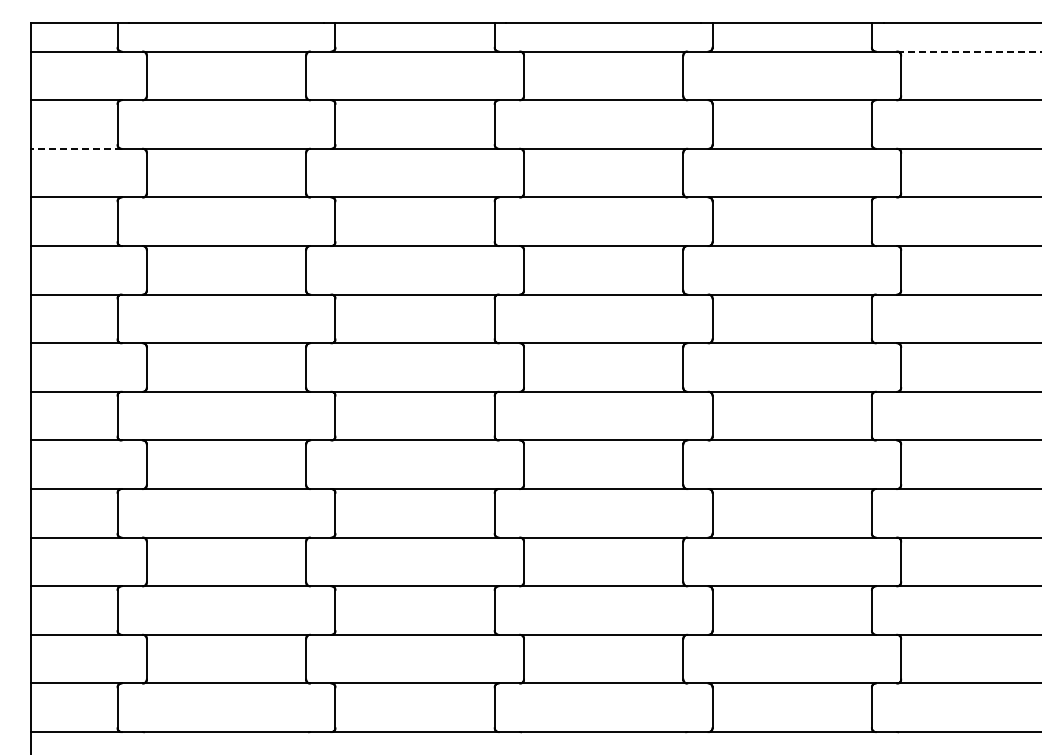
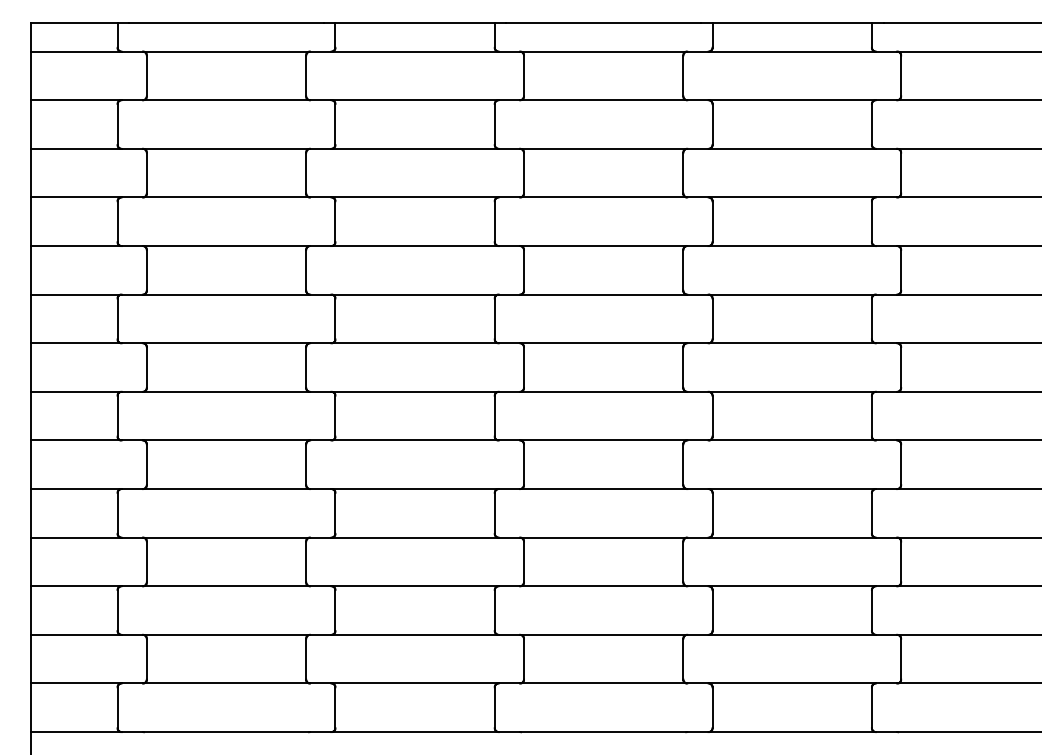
line at (969, 51): dashed -> solid
line at (75, 148): dashed -> solid
